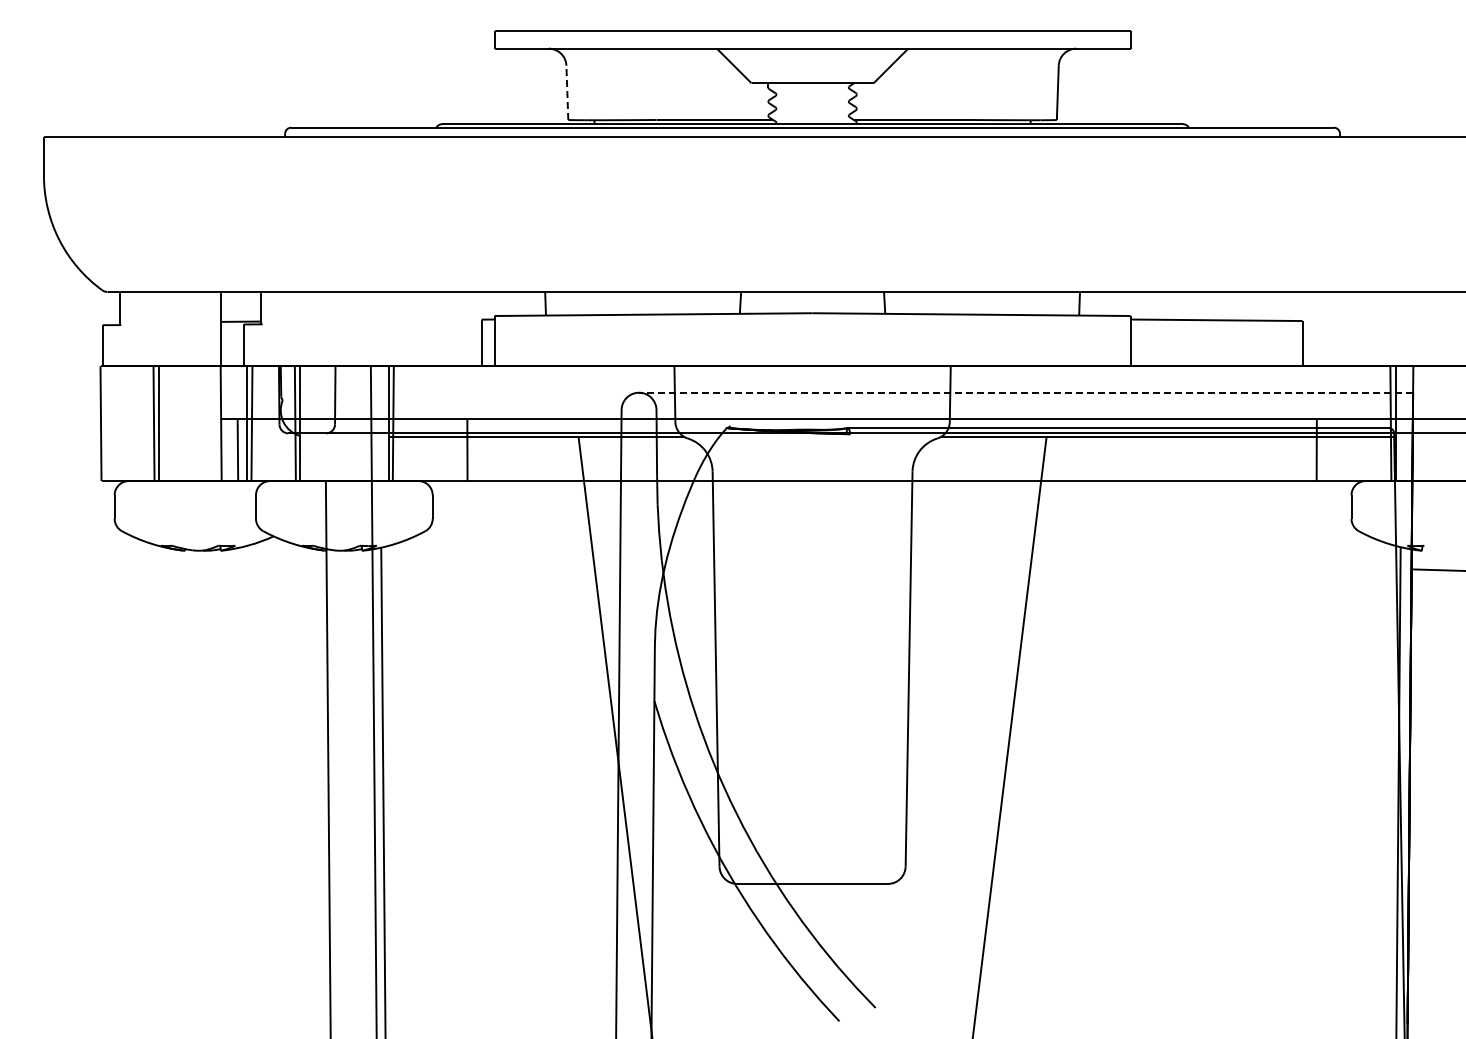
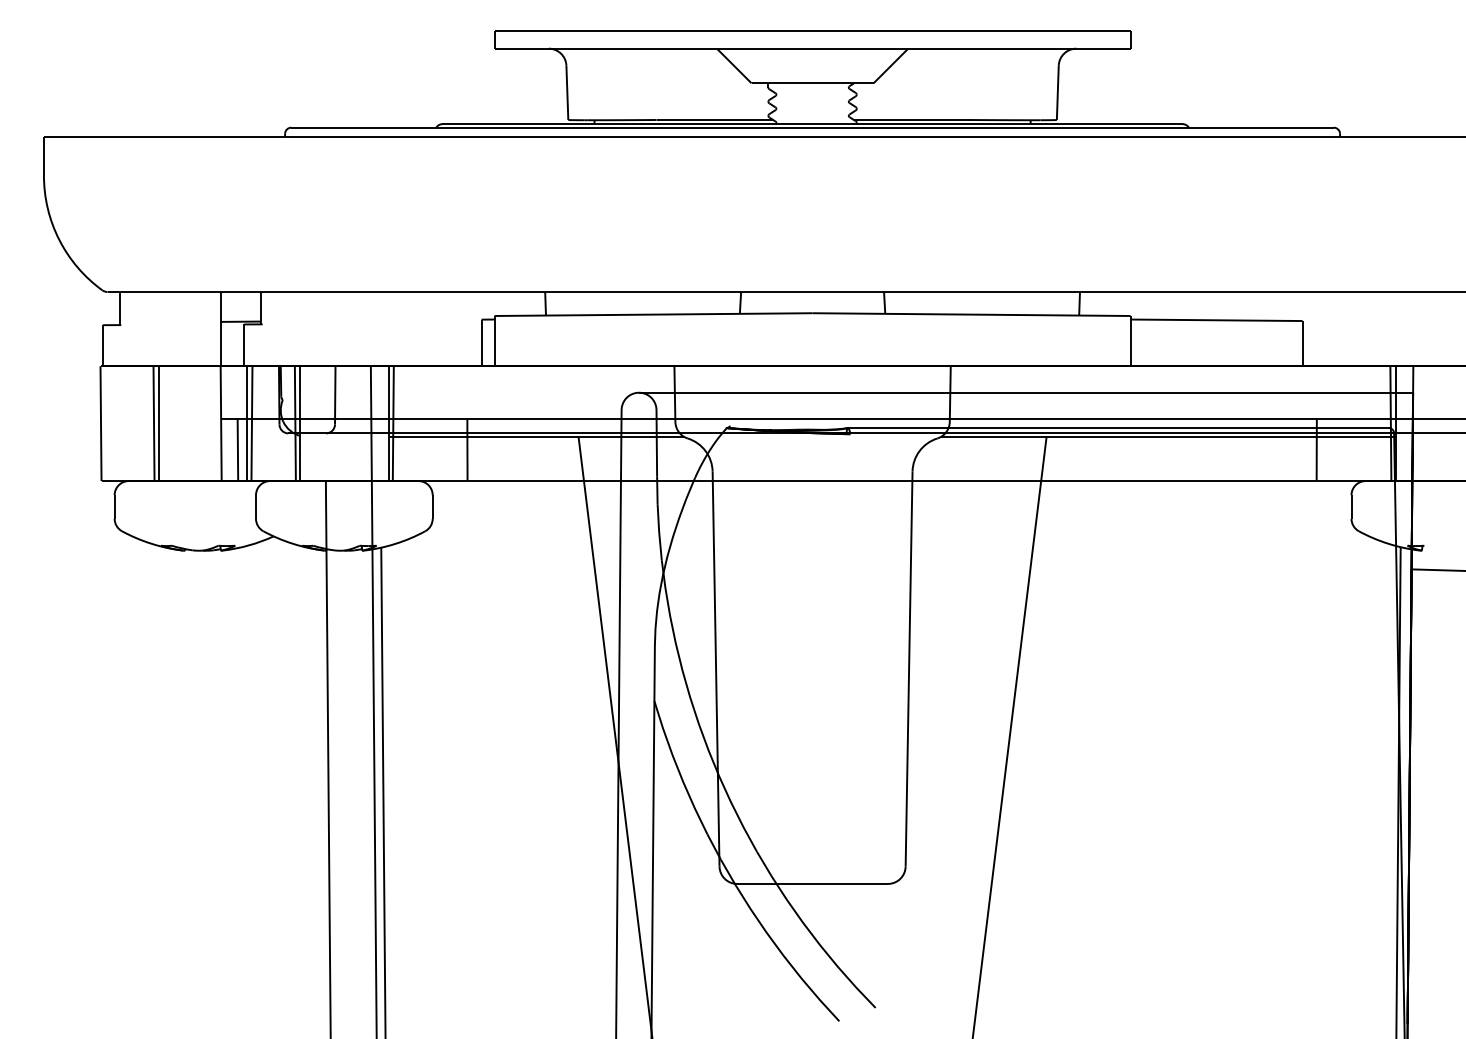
line at (567, 92): dashed -> solid
line at (1025, 392): dashed -> solid
